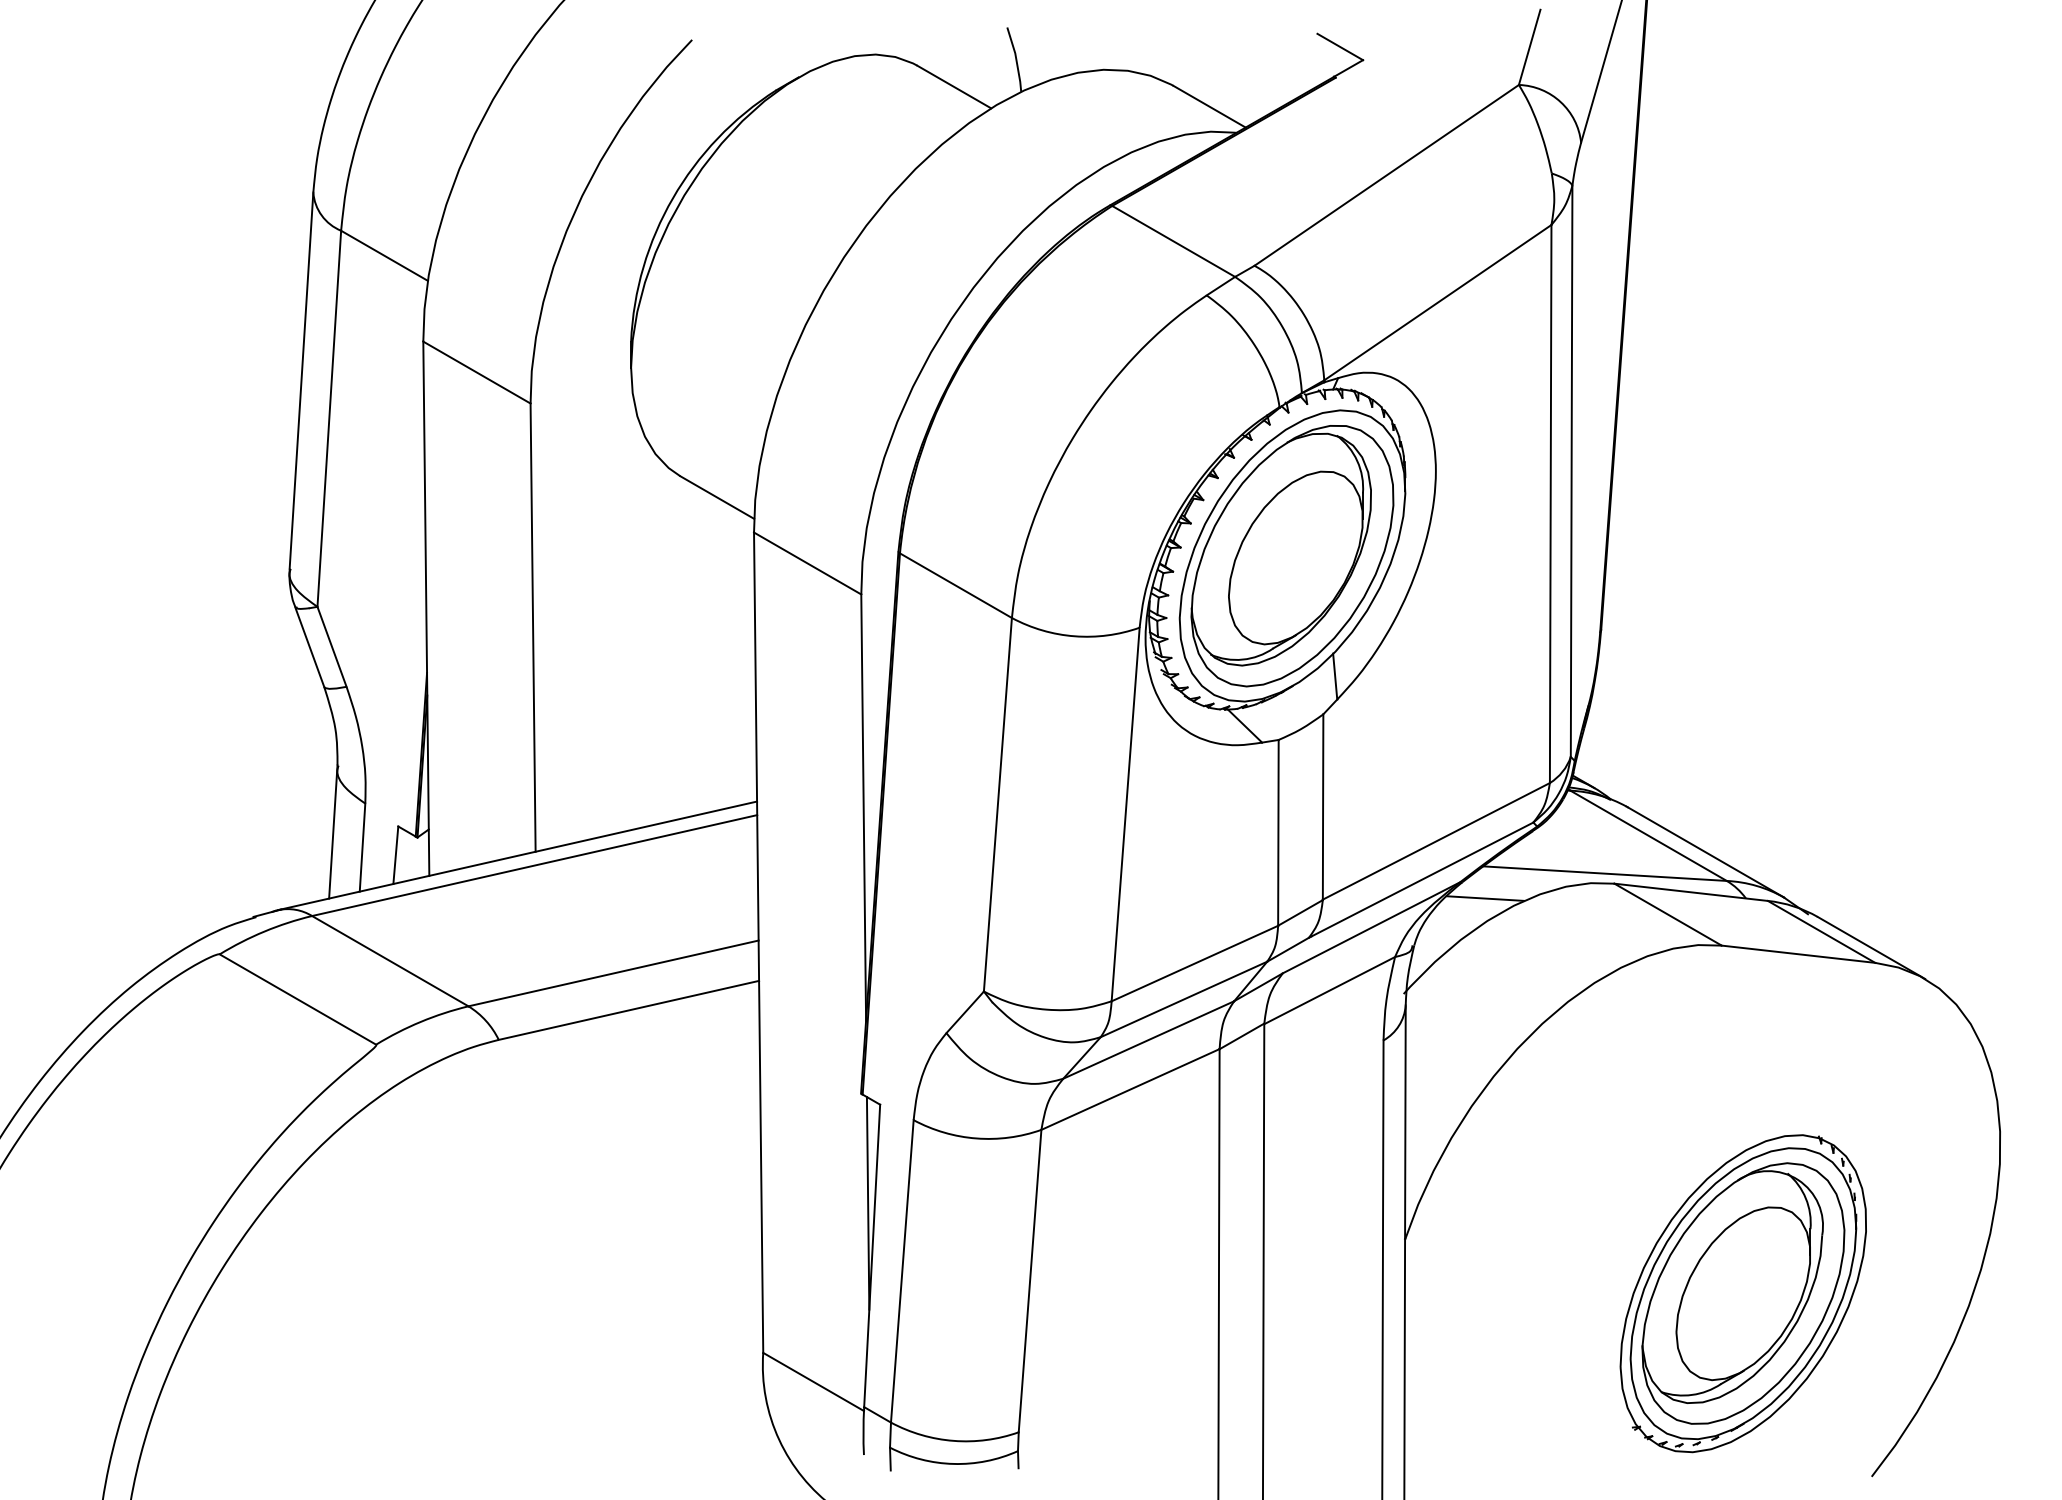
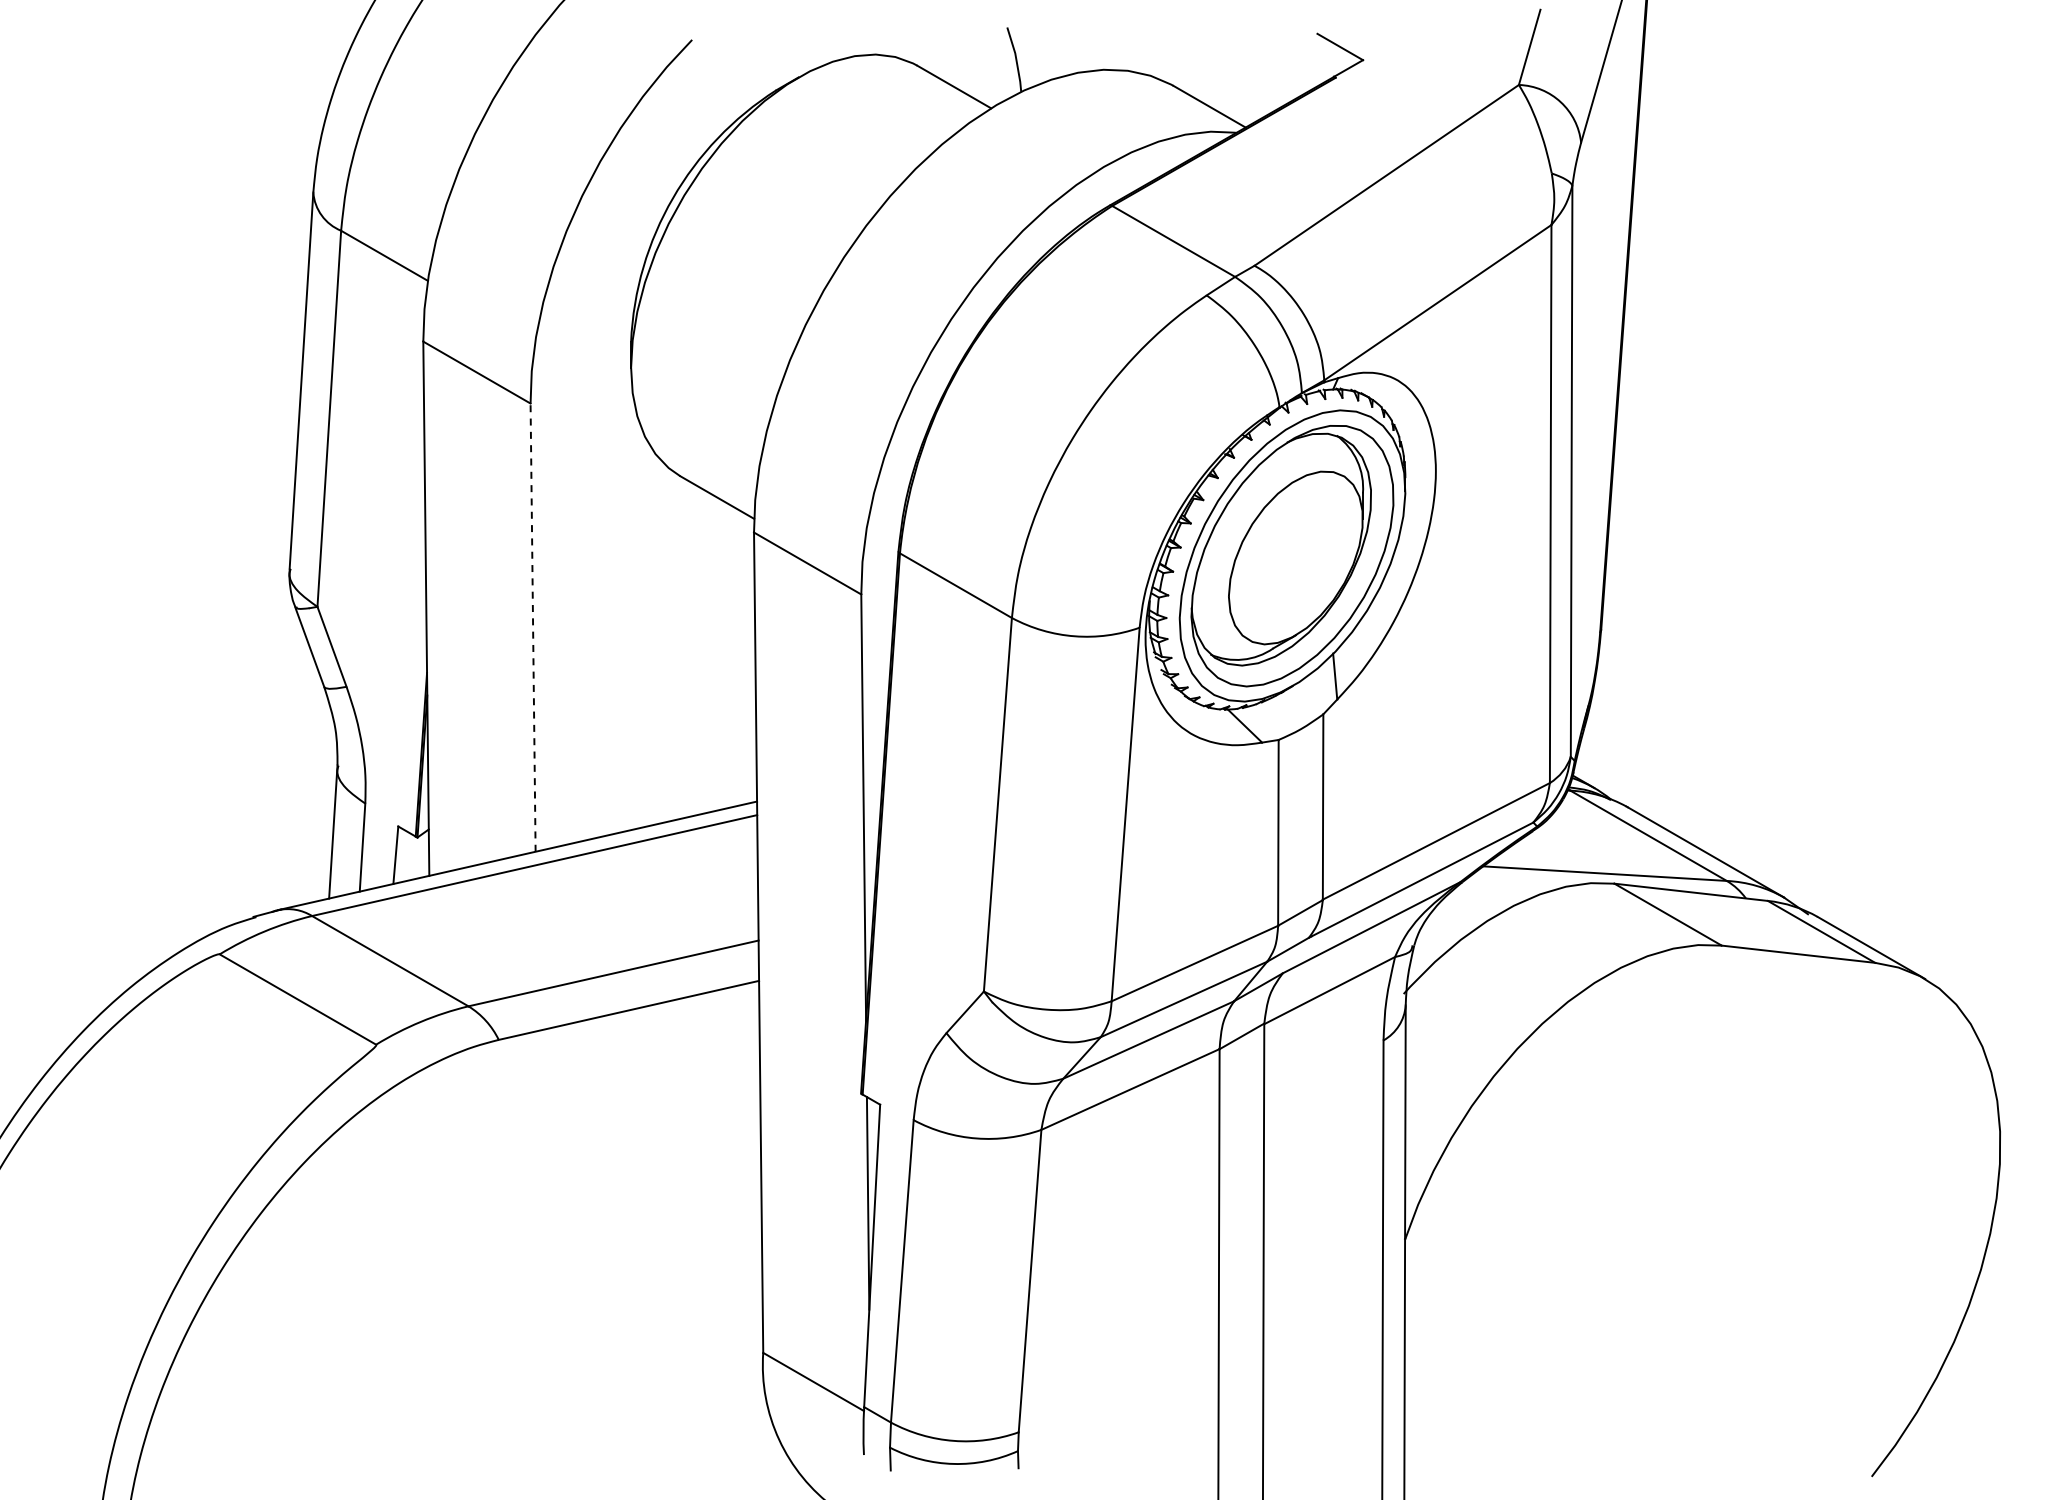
line at (533, 627): solid -> dashed
line at (1485, 898): present -> none
part at (1742, 1293): present -> none
